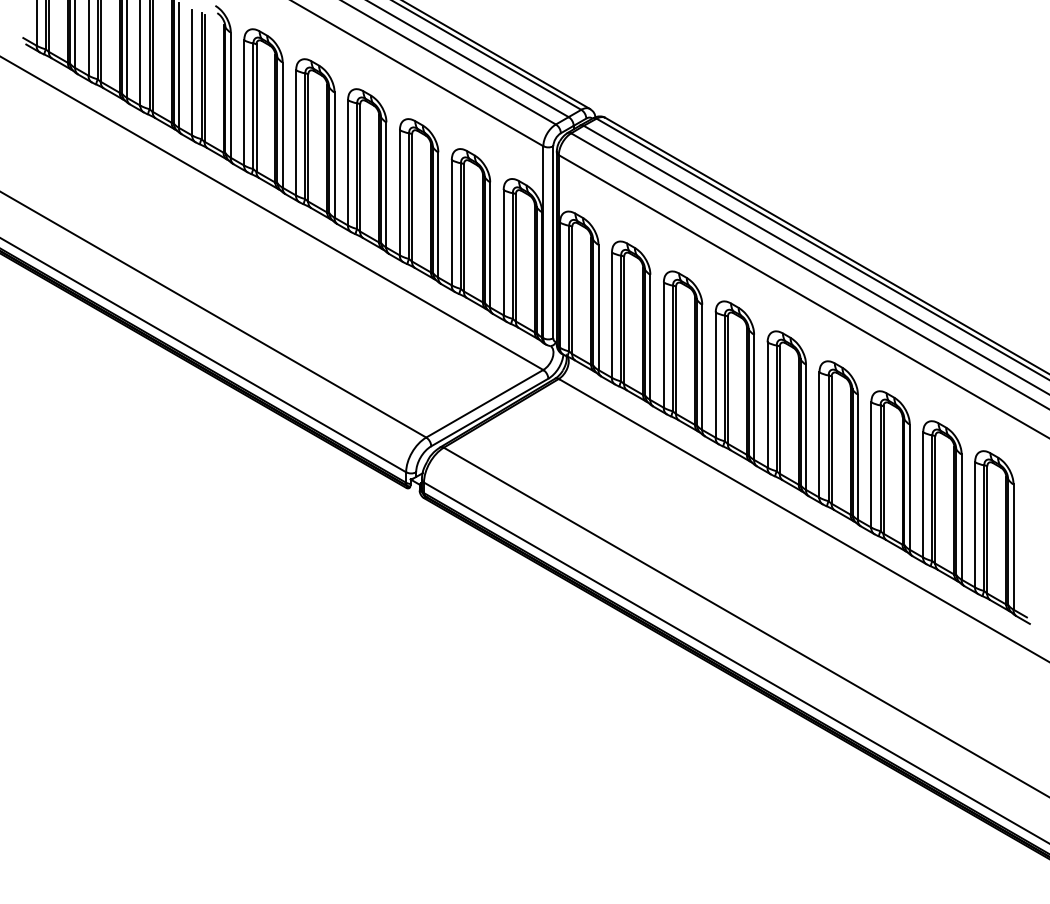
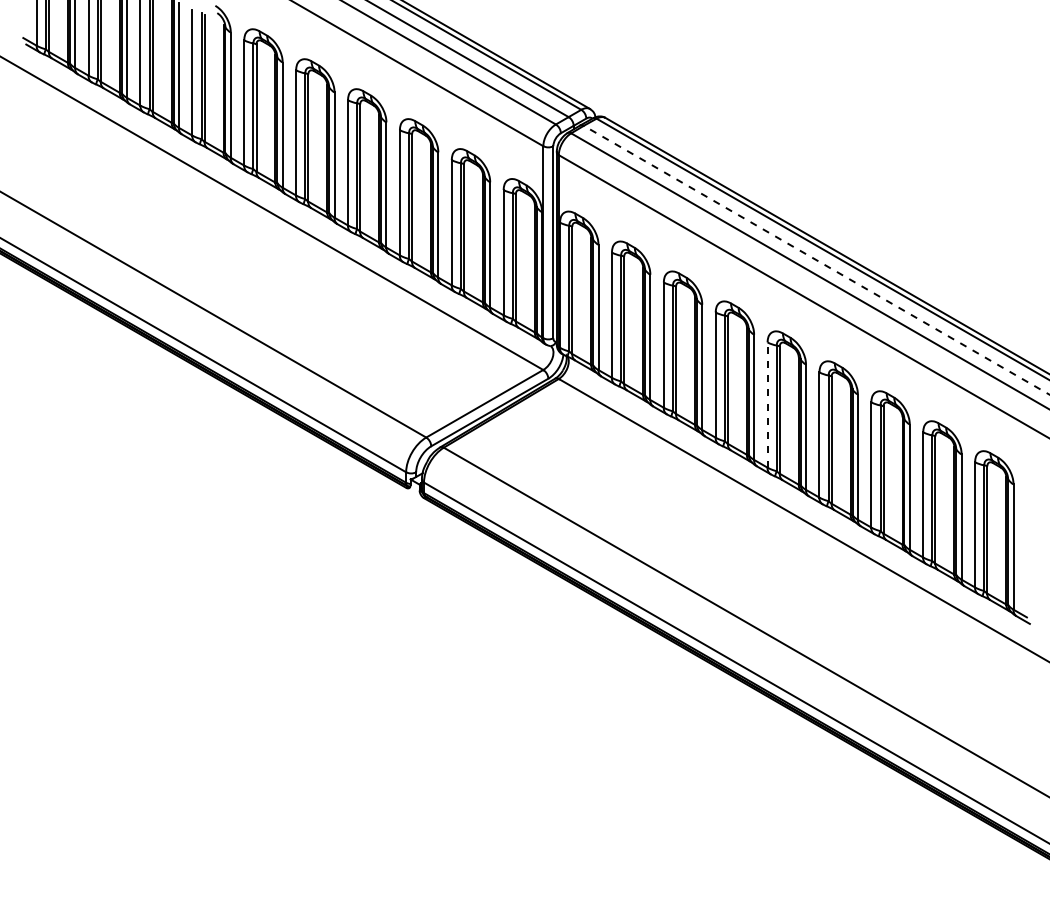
line at (816, 260): solid -> dashed
line at (767, 405): solid -> dashed
